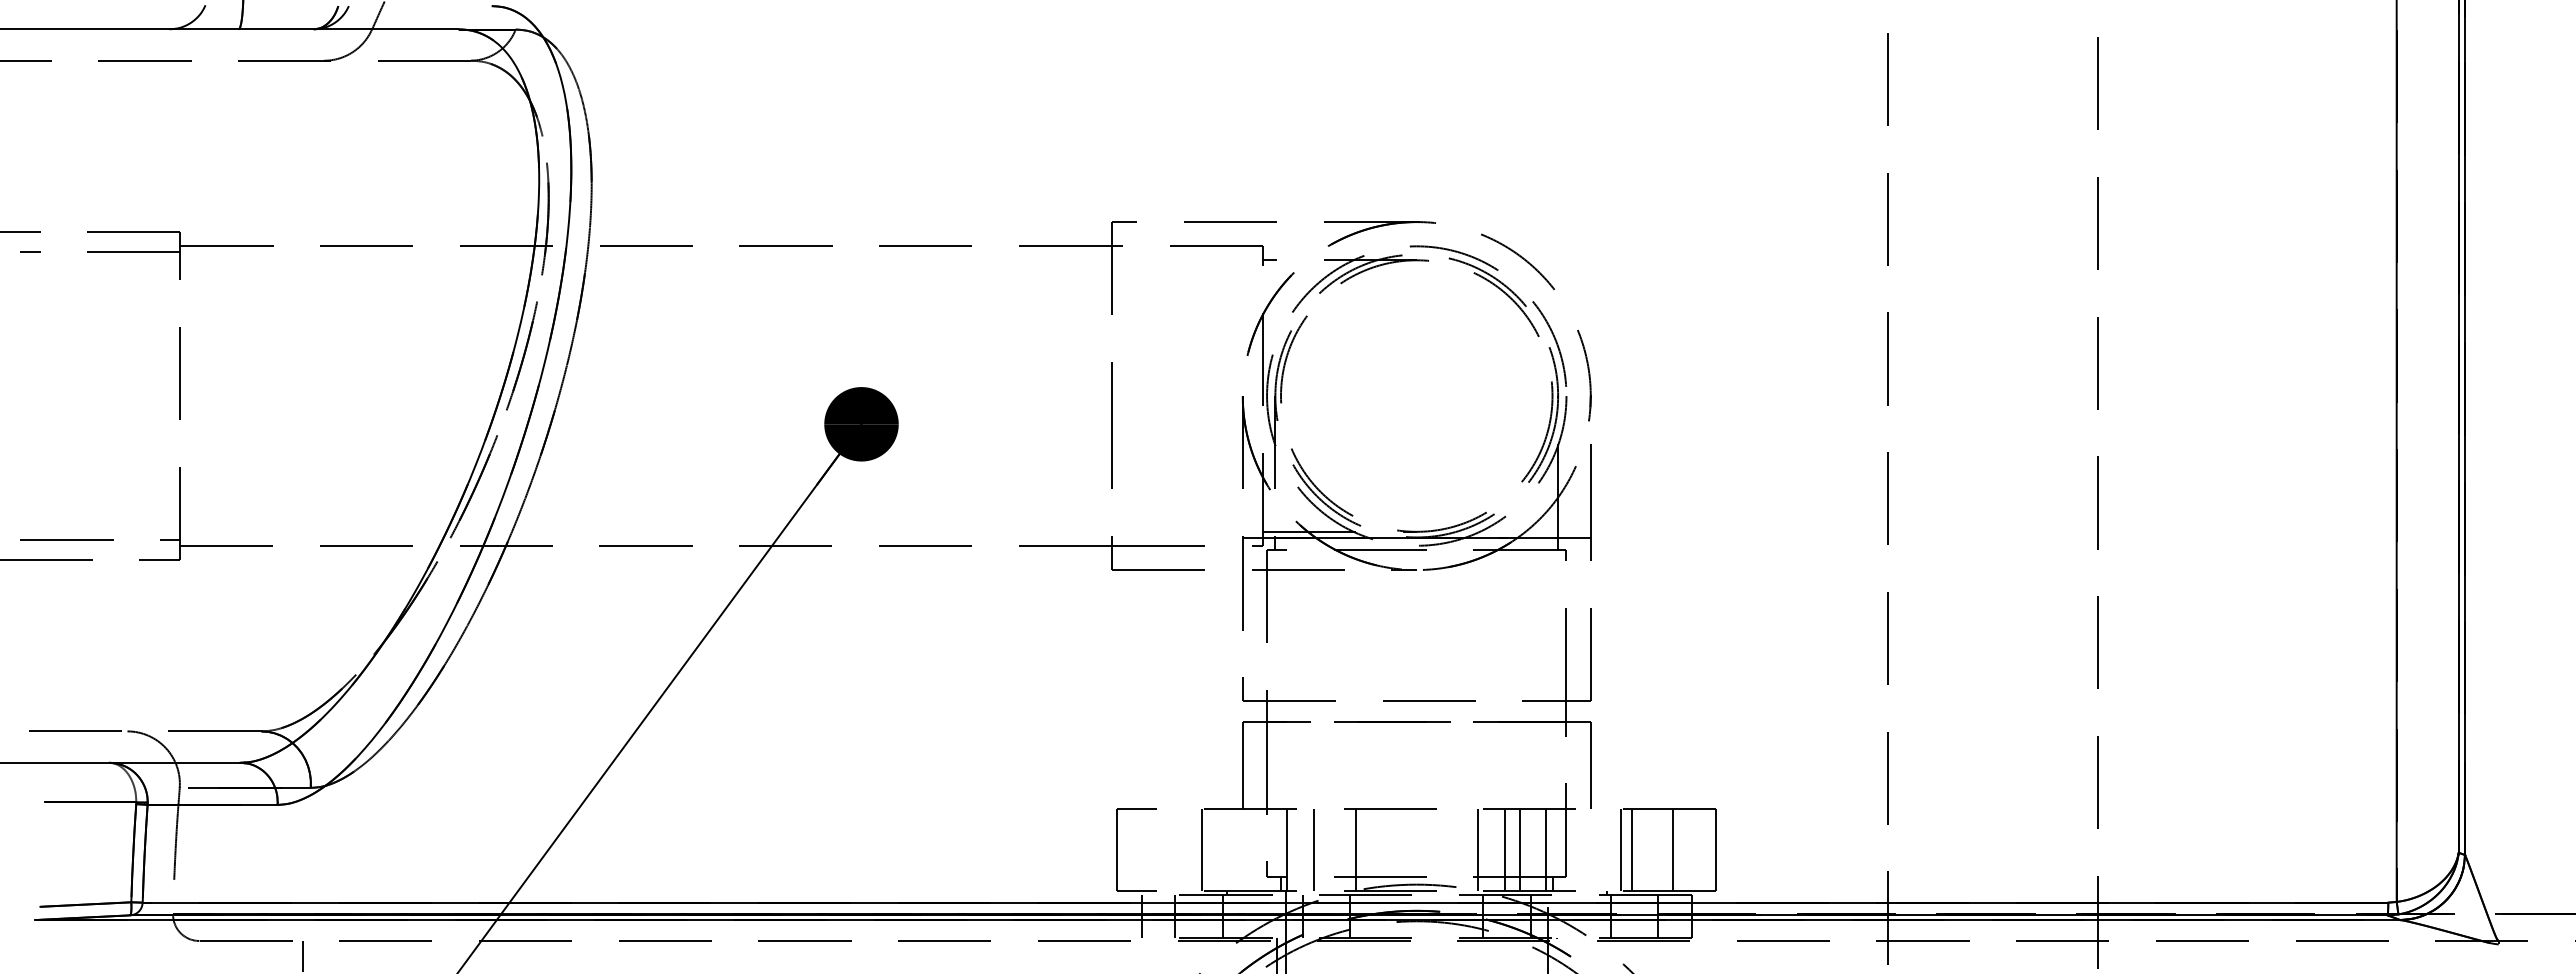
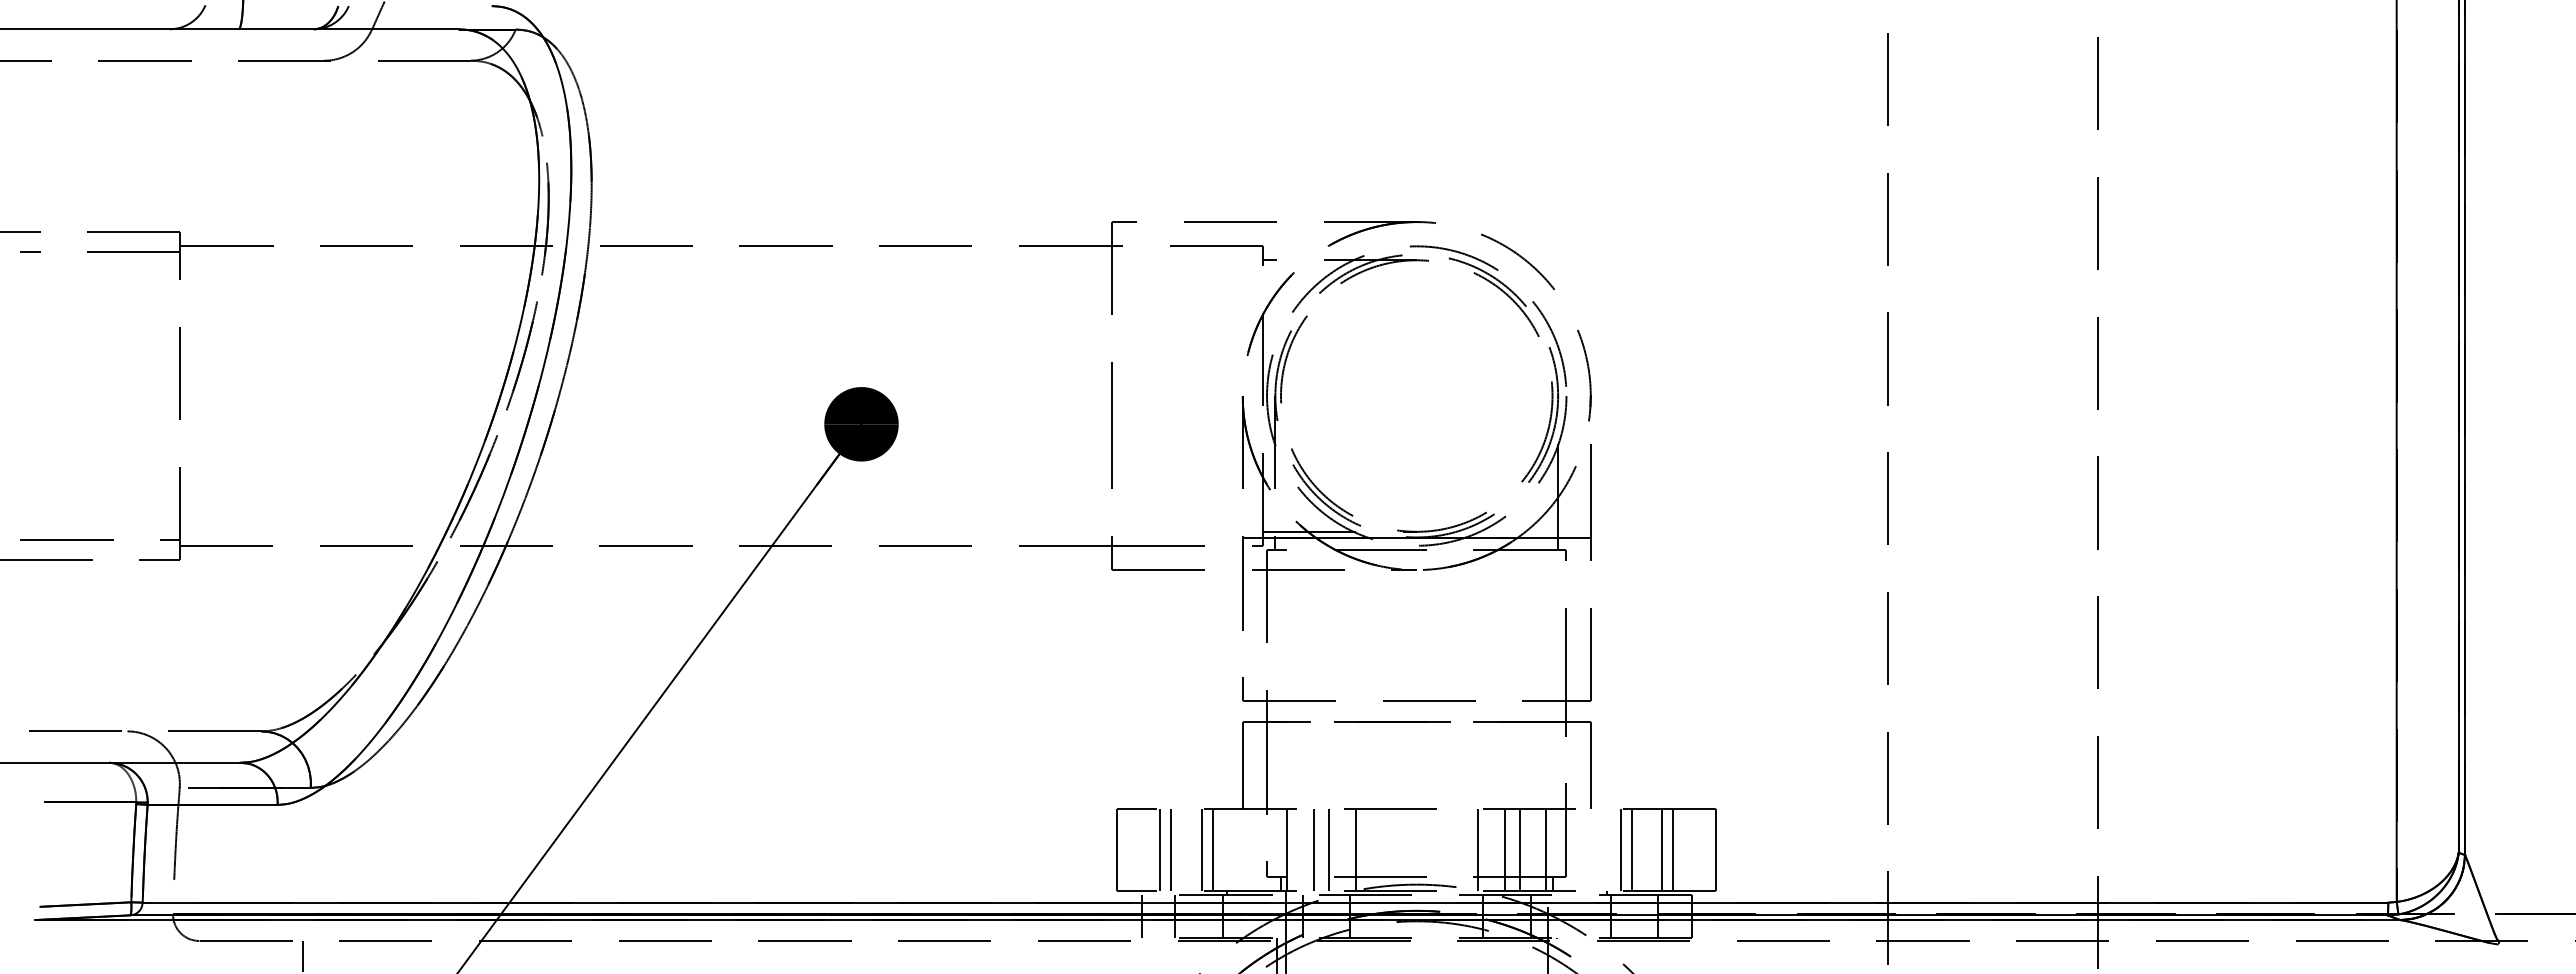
line at (1160, 849): none -> present
line at (1171, 849): none -> present
line at (1212, 849): none -> present
line at (1328, 849): none -> present
line at (1662, 849): none -> present
